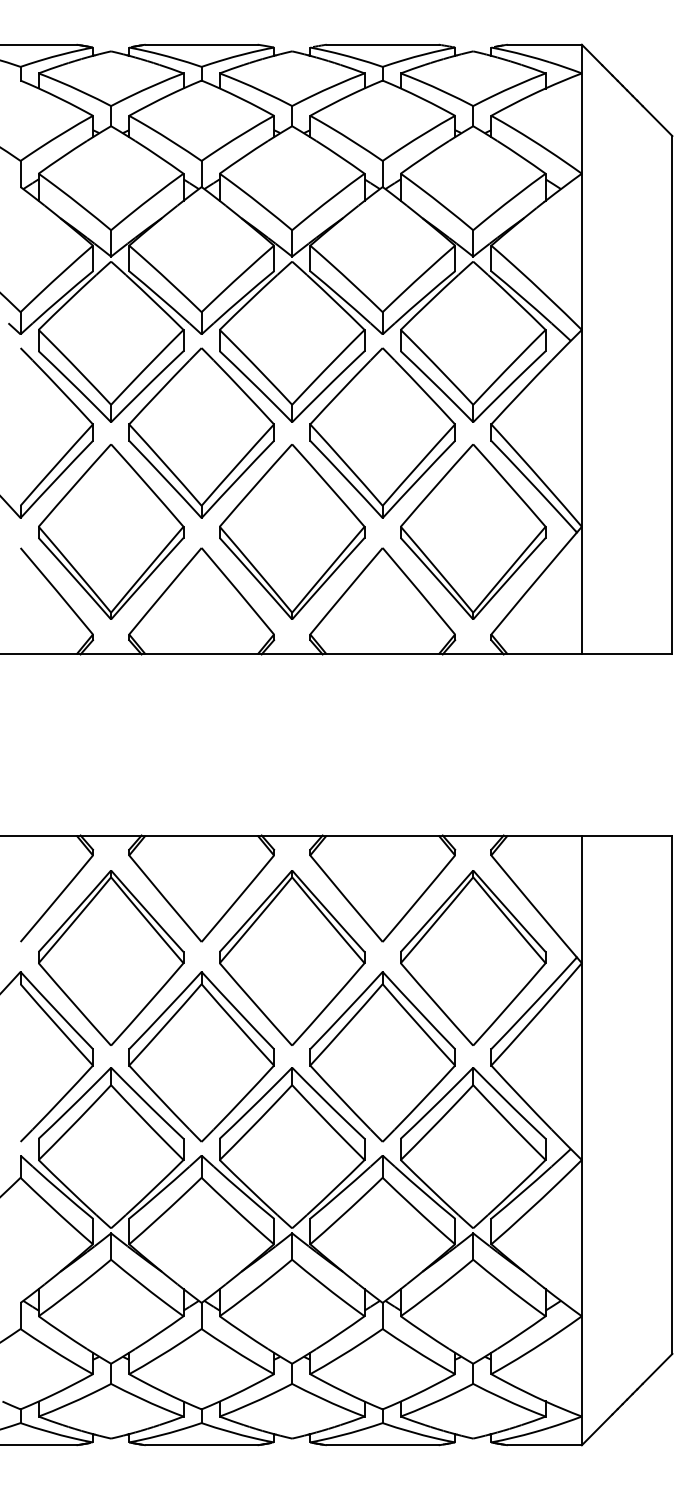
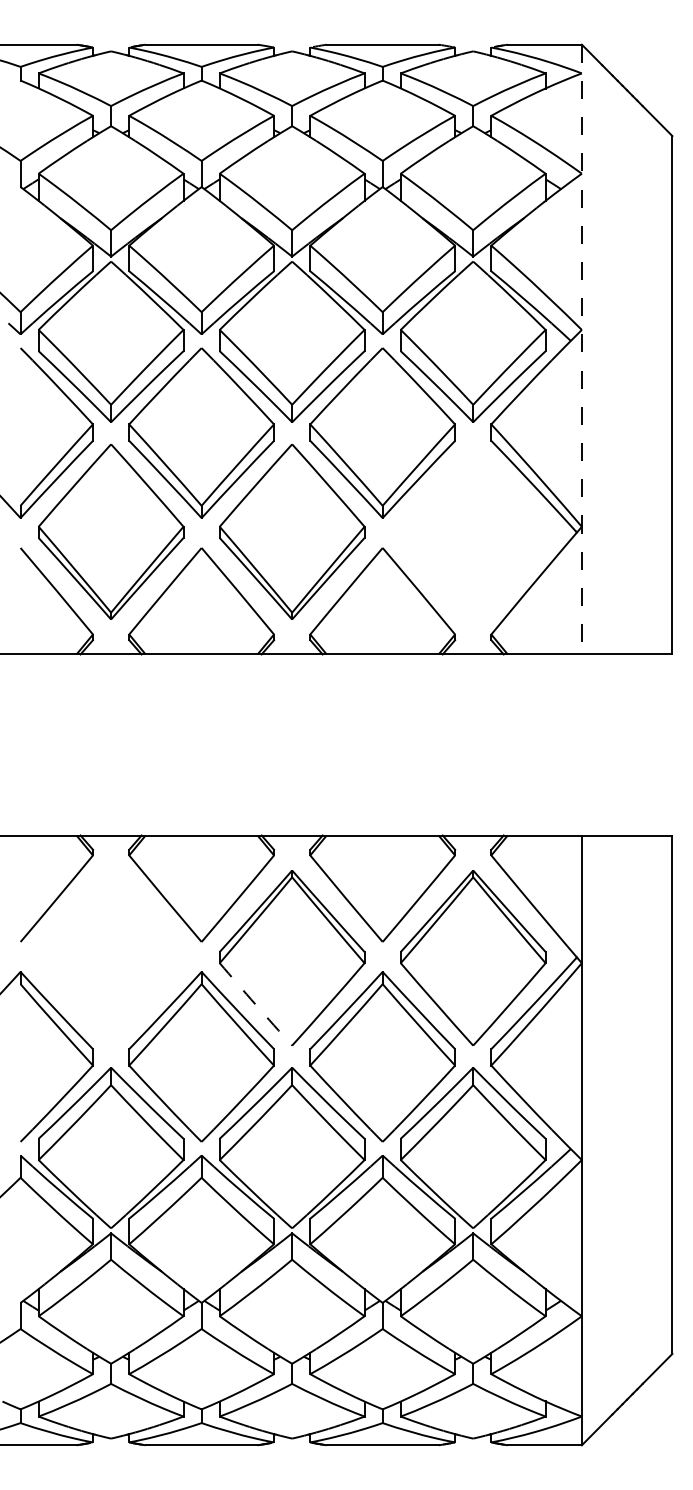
line at (581, 349): solid -> dashed
part at (473, 531): present -> none
part at (111, 957): present -> none
arc at (255, 1004): solid -> dashed
